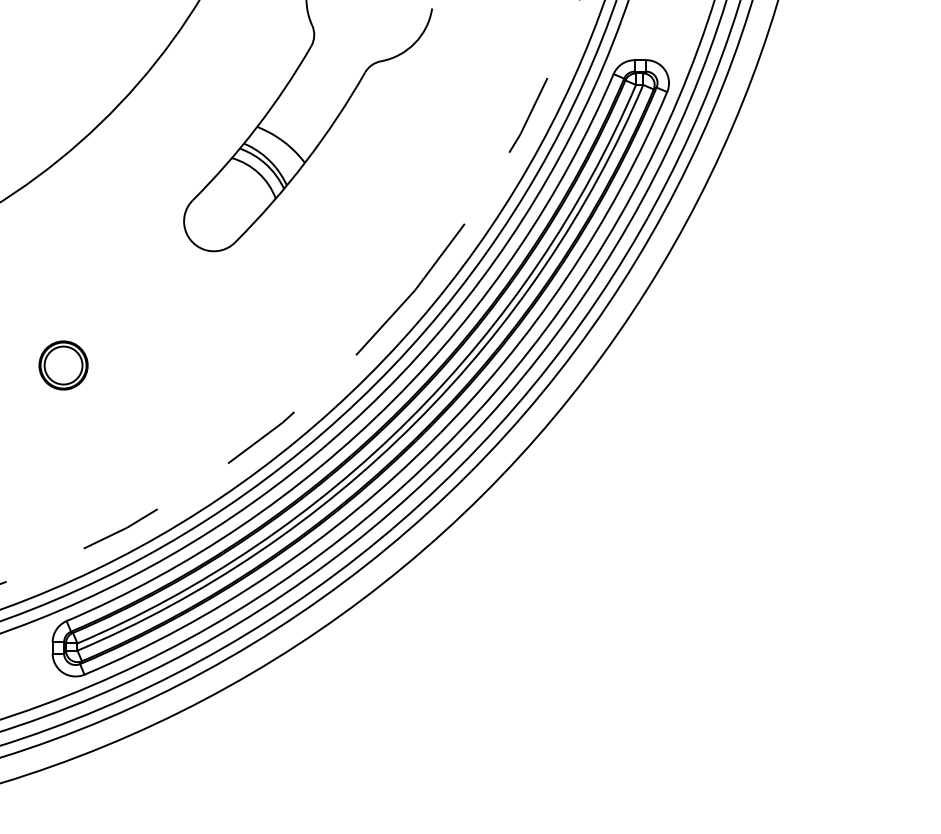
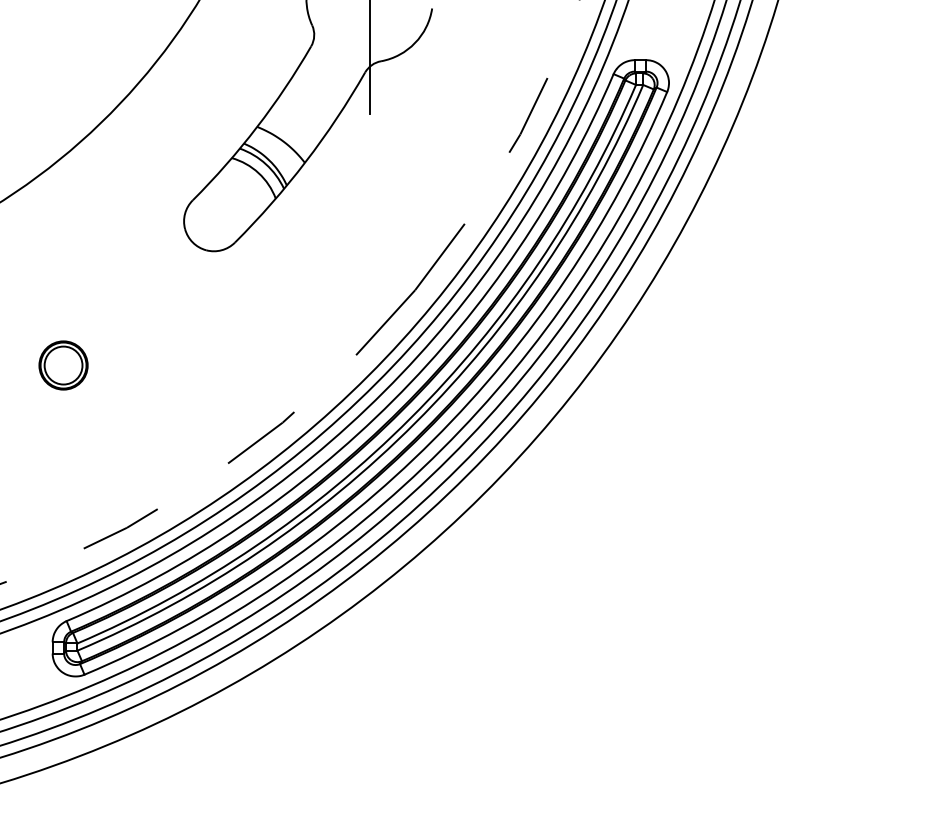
line at (369, 58): none -> present
